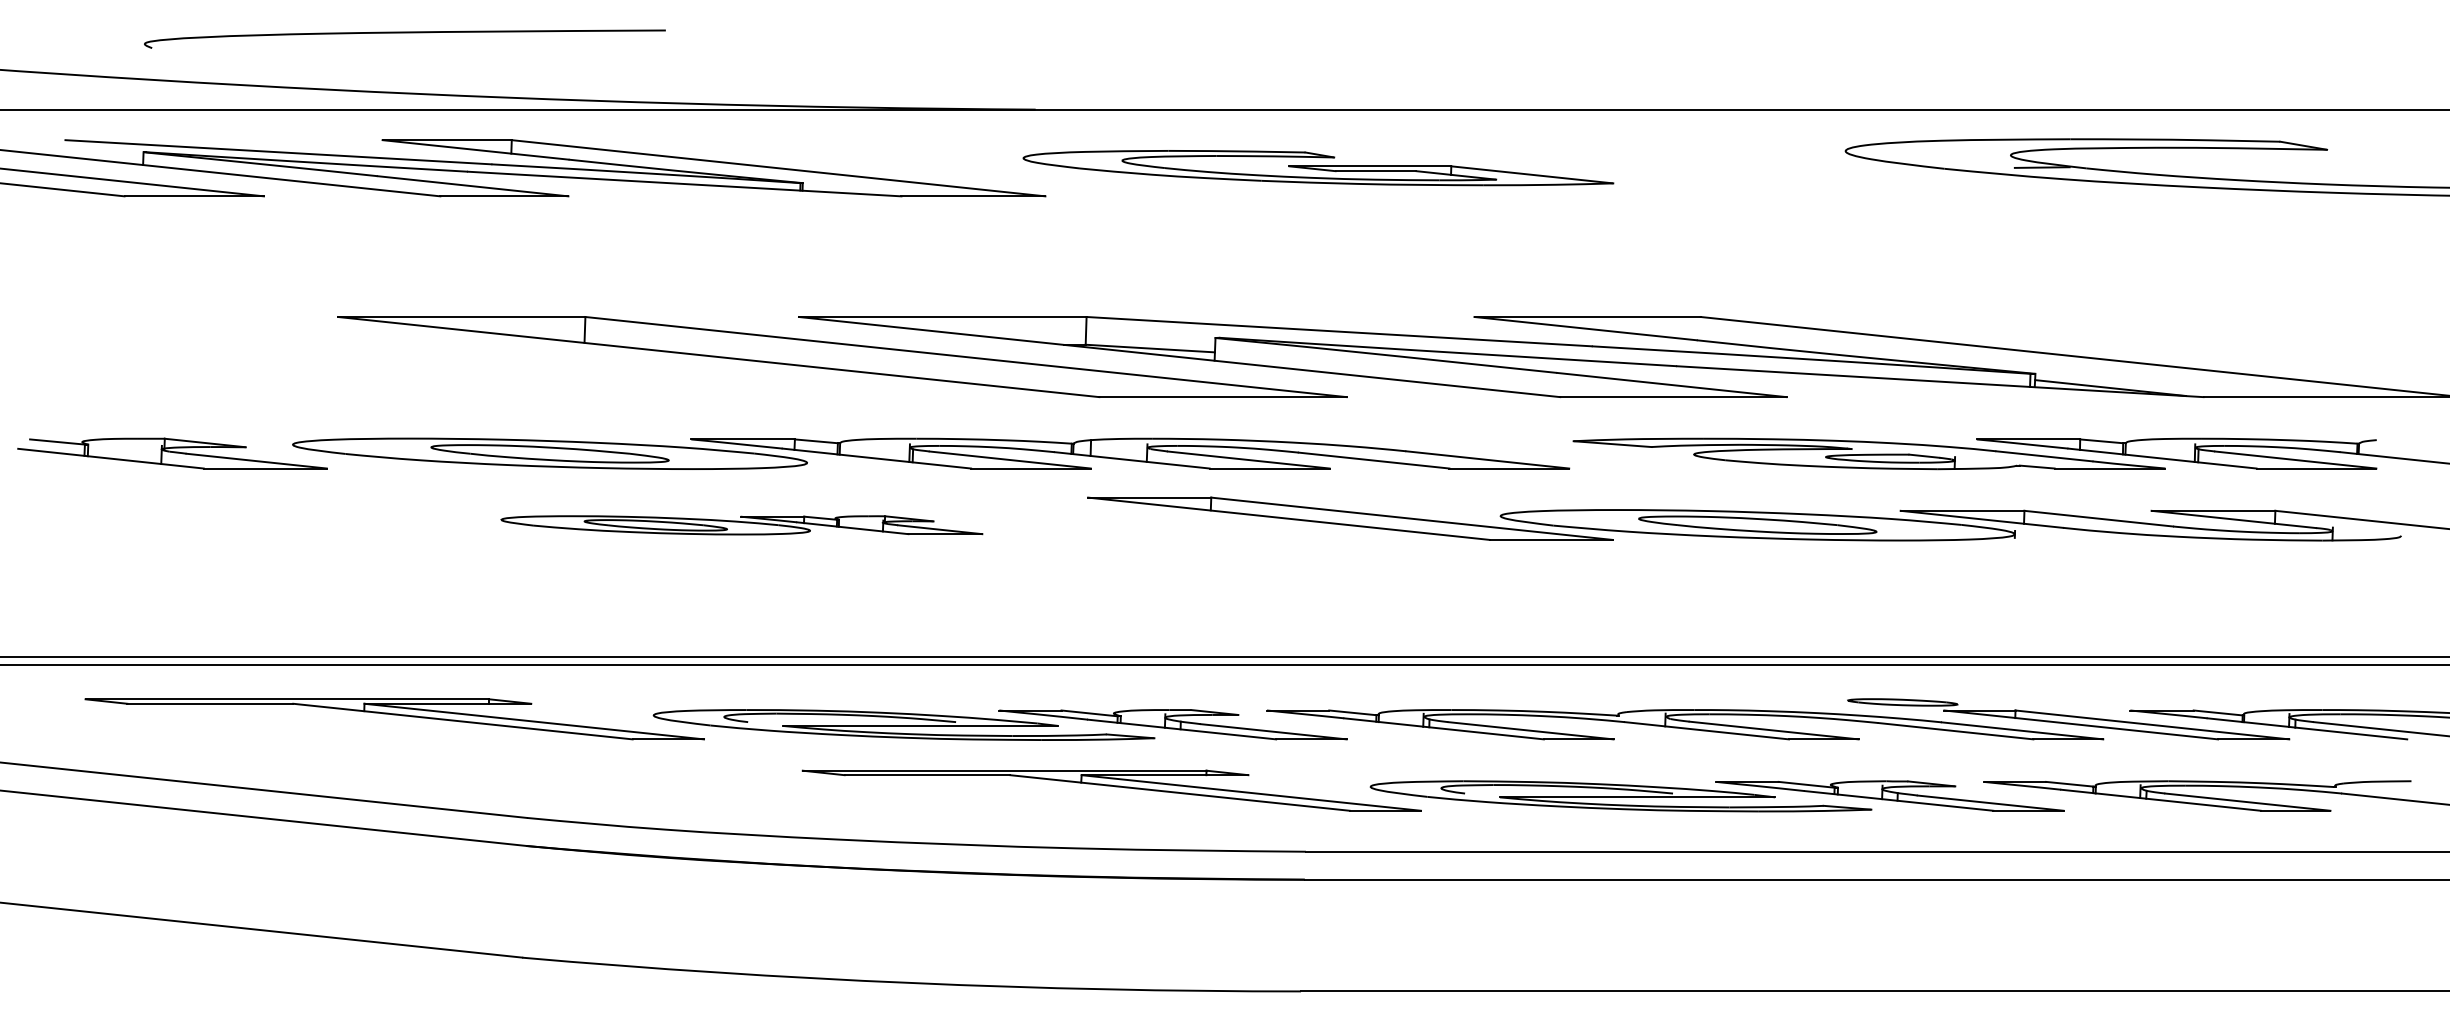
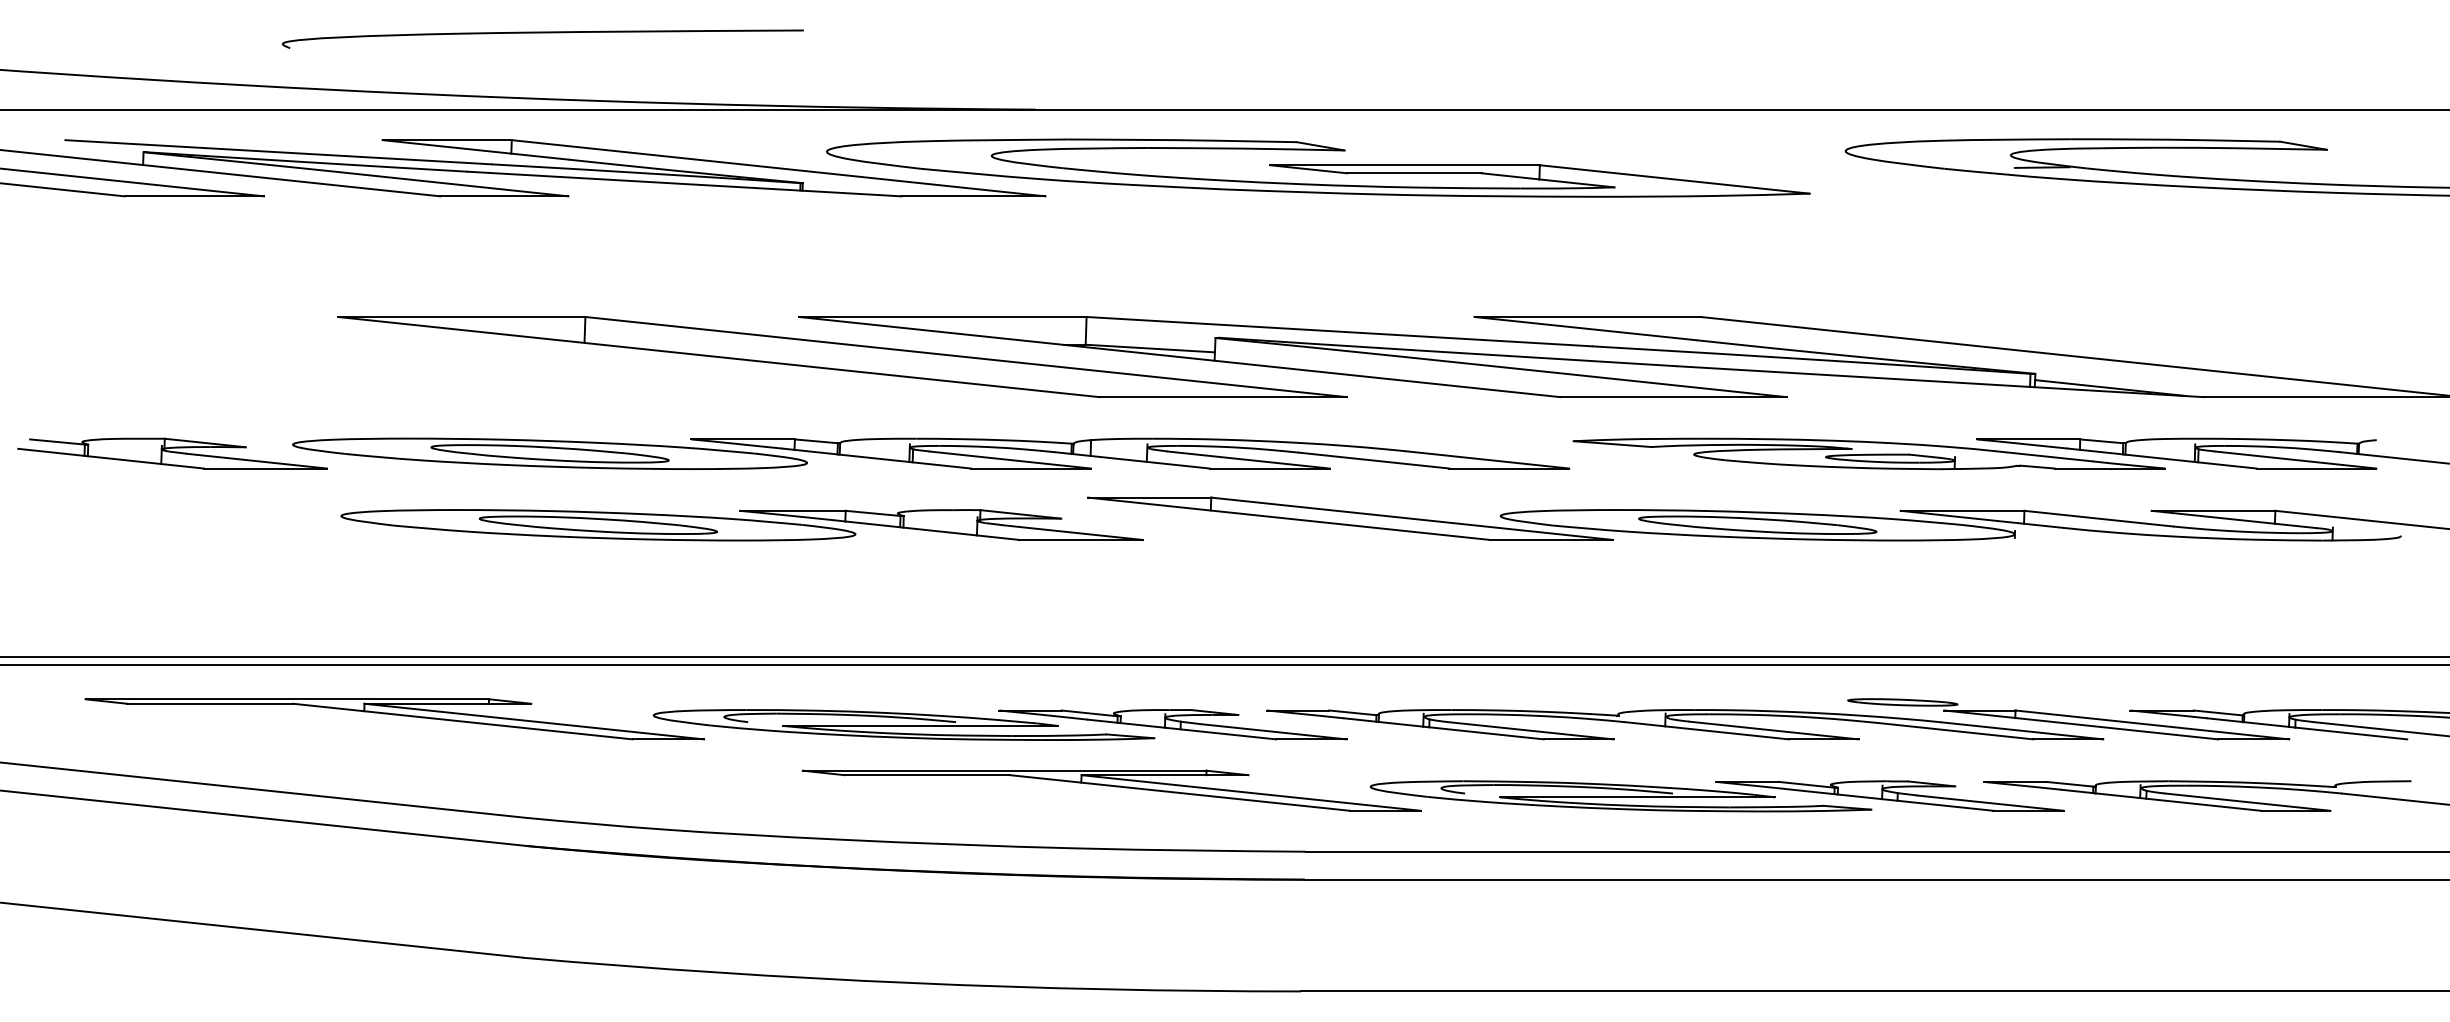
curve at (404, 33) position: (404, 33) -> (542, 33)
part at (1318, 168) size: 593x37 px -> 985x60 px
part at (741, 525) size: 484x21 px -> 804x33 px
